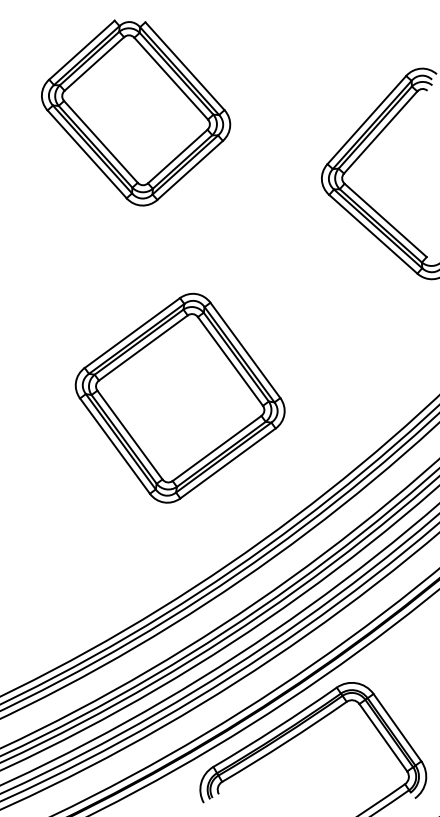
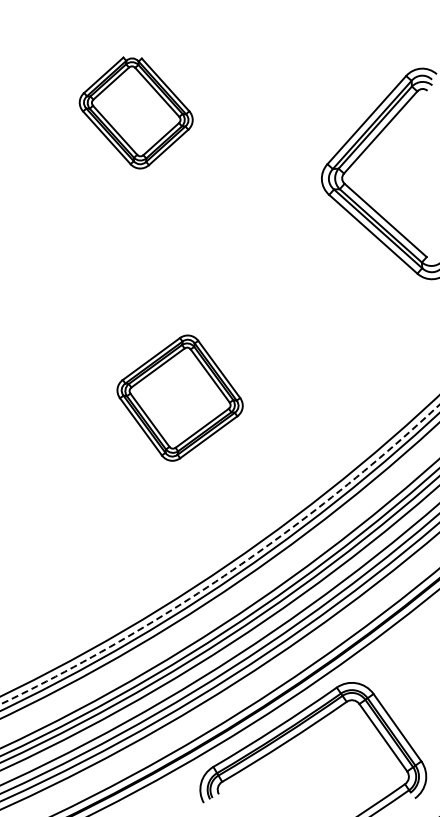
part at (136, 112) size: 191x188 px -> 116x114 px
part at (179, 397) size: 212x212 px -> 128x128 px
arc at (232, 570): solid -> dashed
